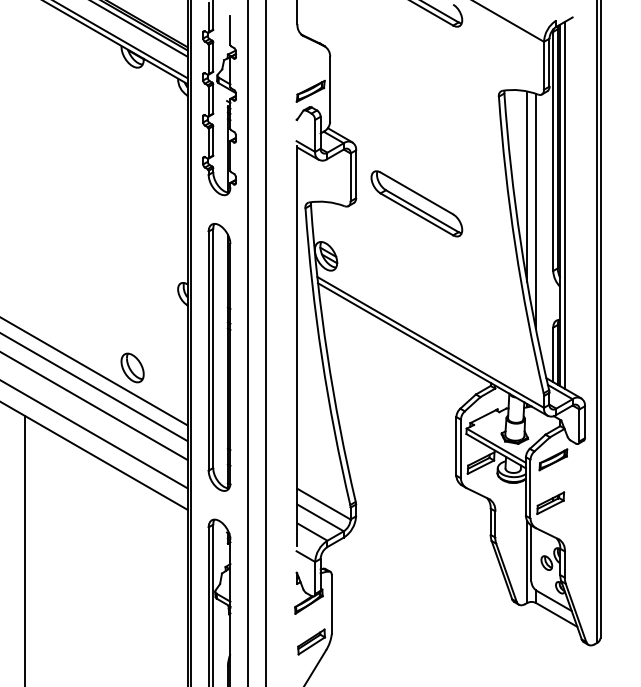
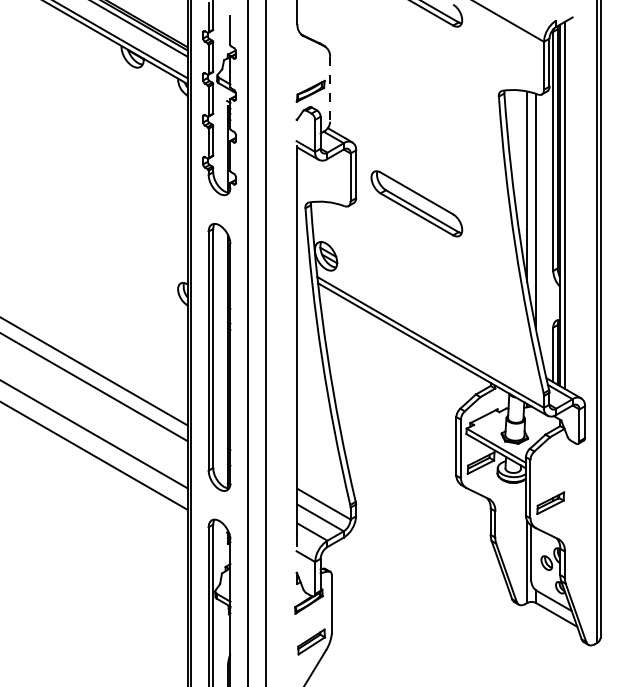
line at (330, 89): solid -> dashed
part at (132, 367): present -> none
line at (94, 406): present -> none
part at (553, 459): present -> none
line at (24, 549): present -> none
